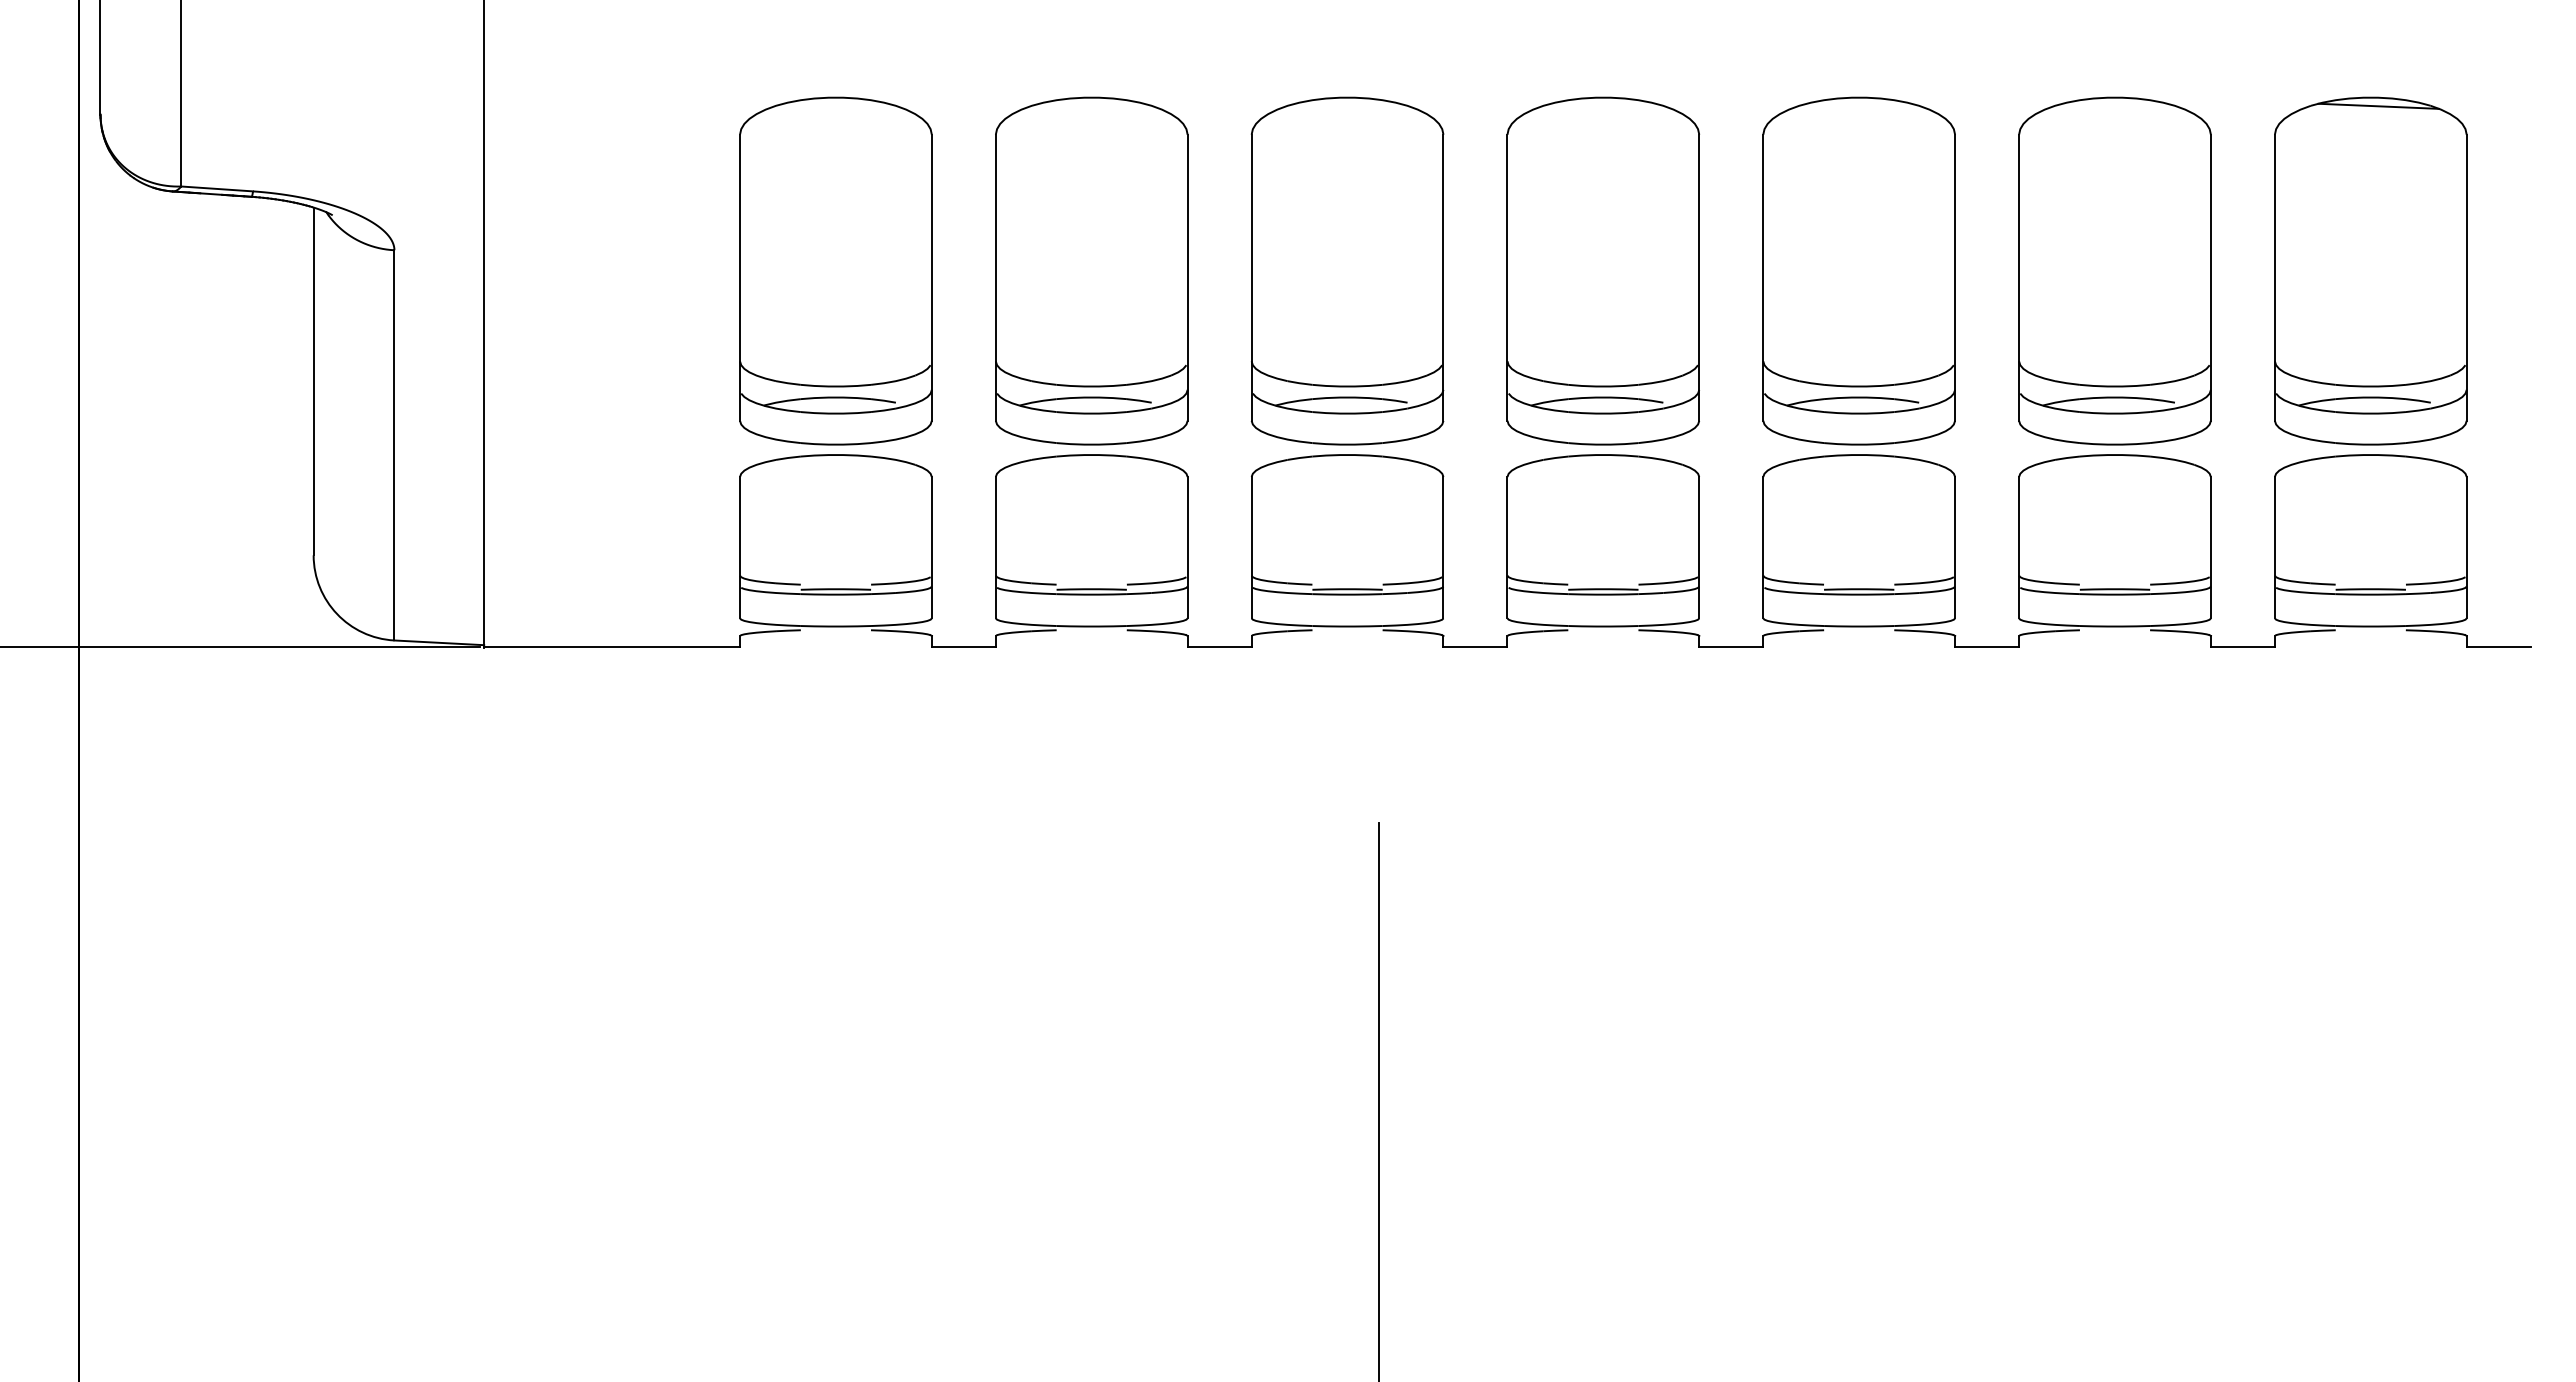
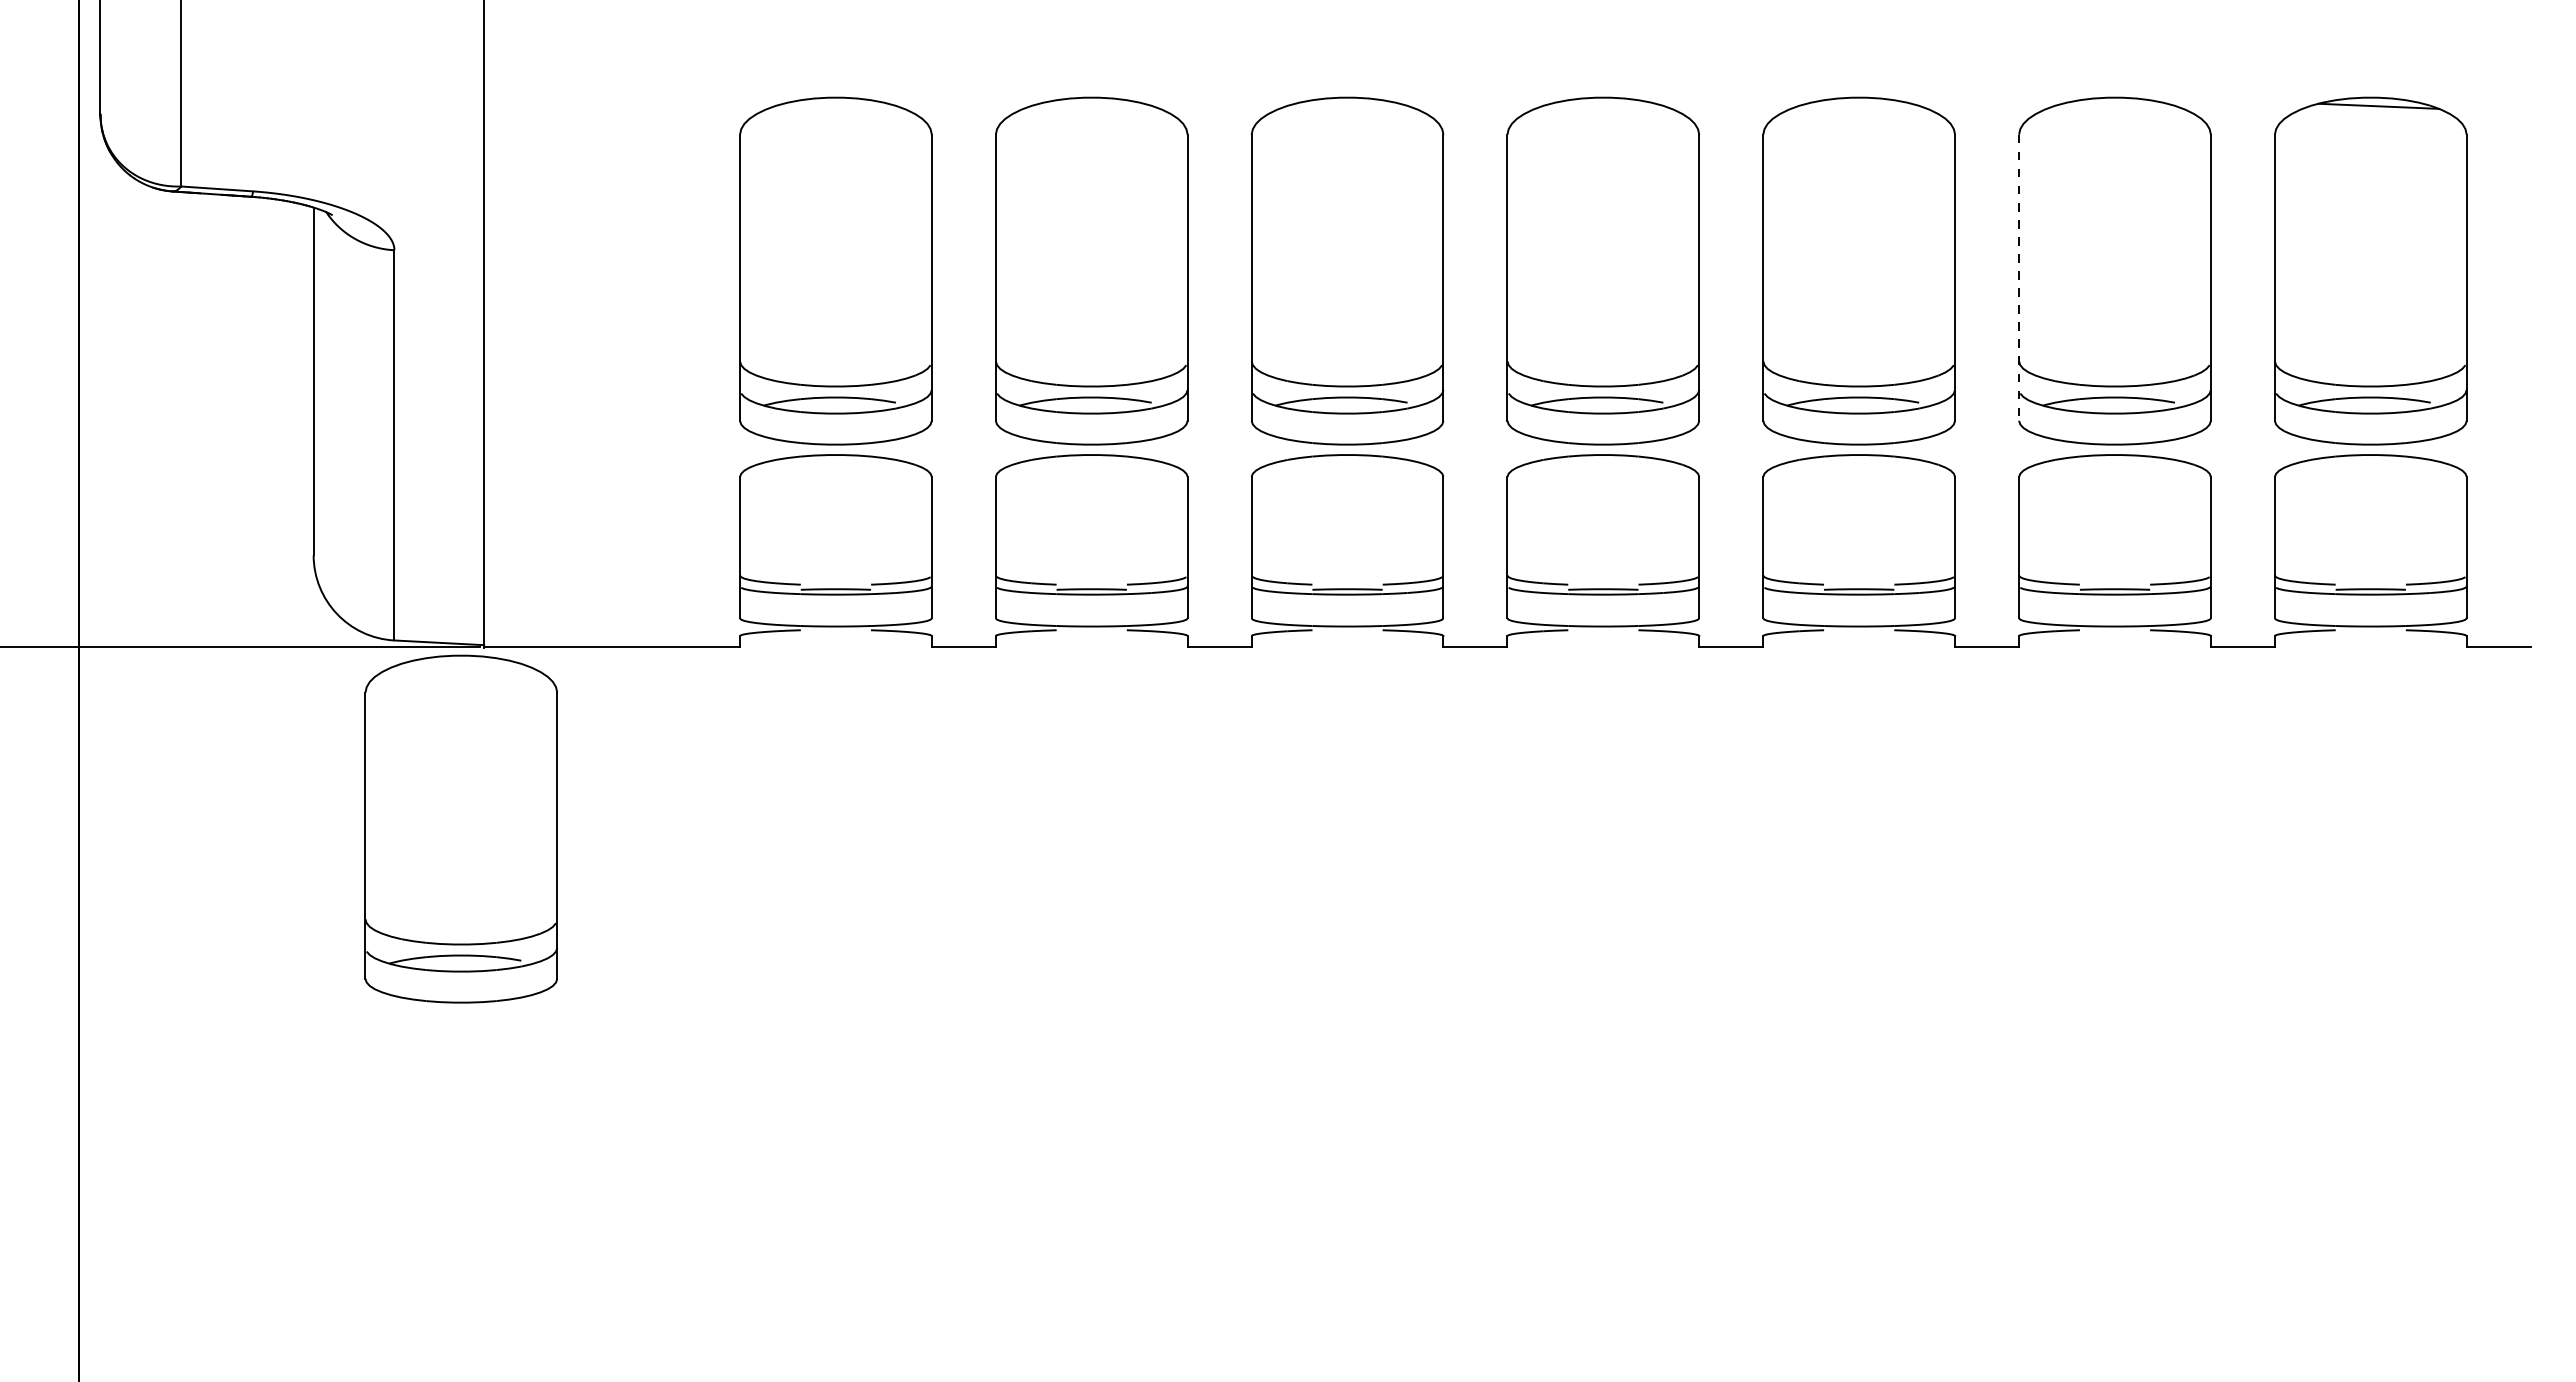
line at (2019, 278): solid -> dashed
part at (460, 828): none -> present
line at (1379, 1100): present -> none
